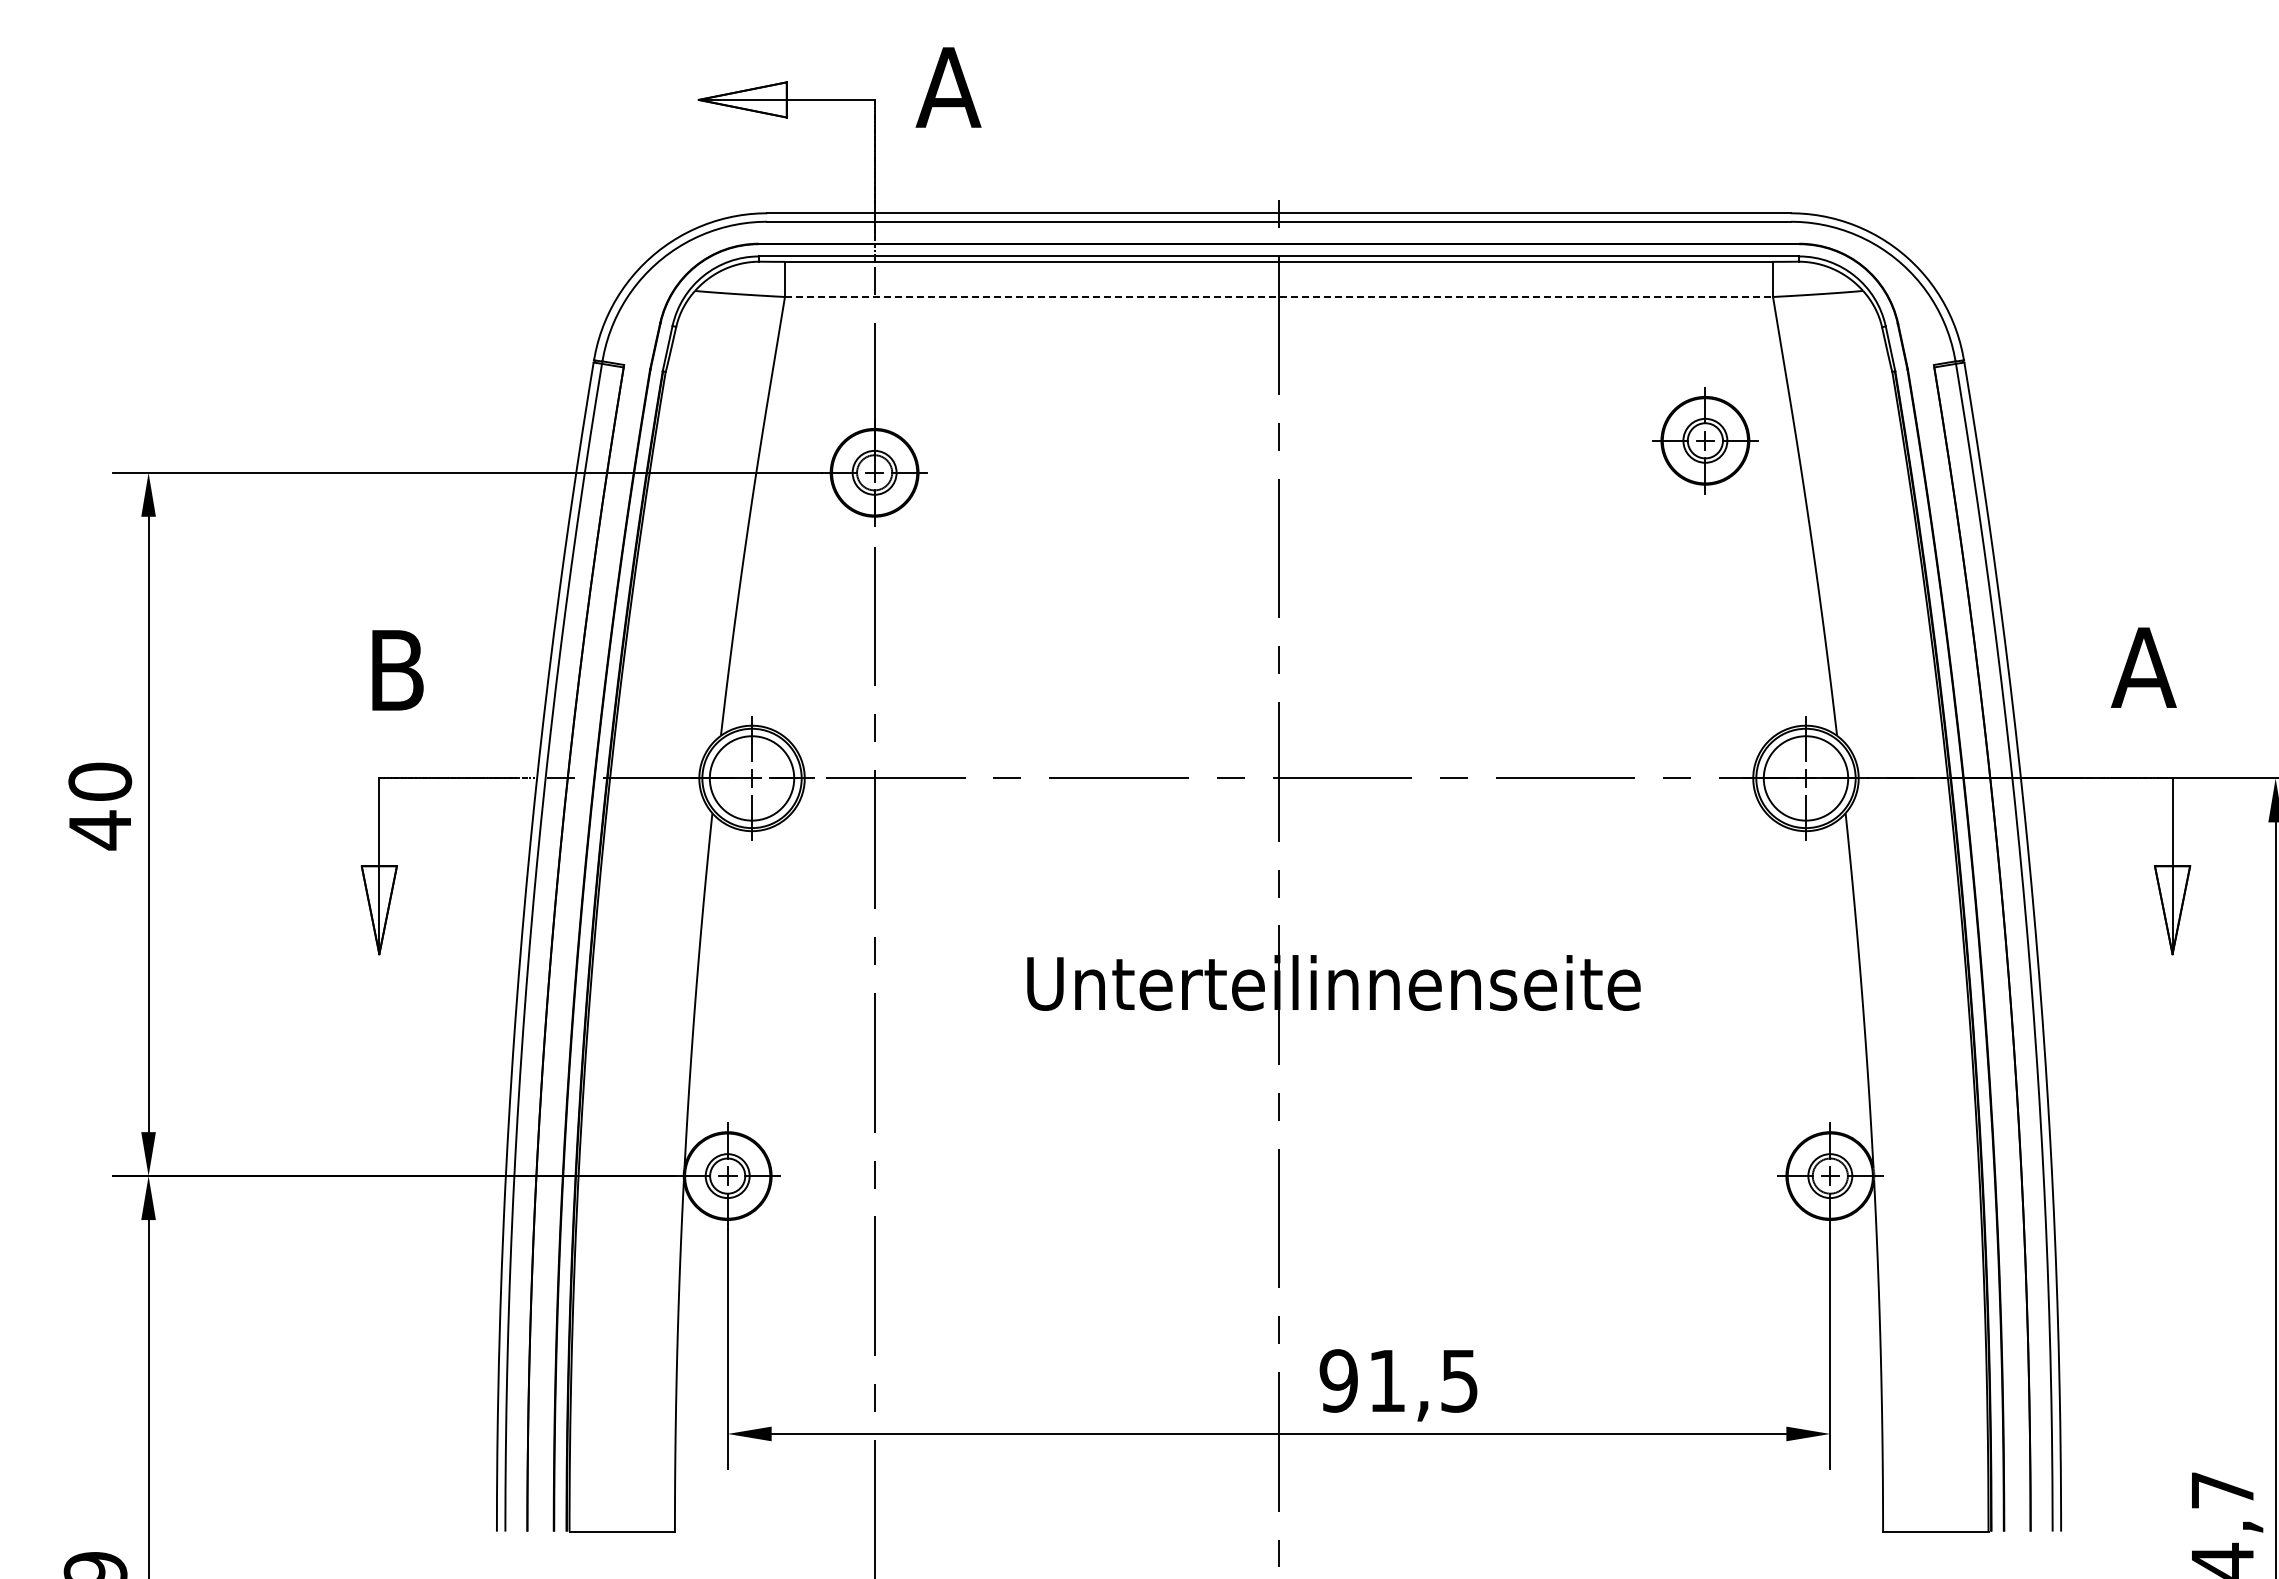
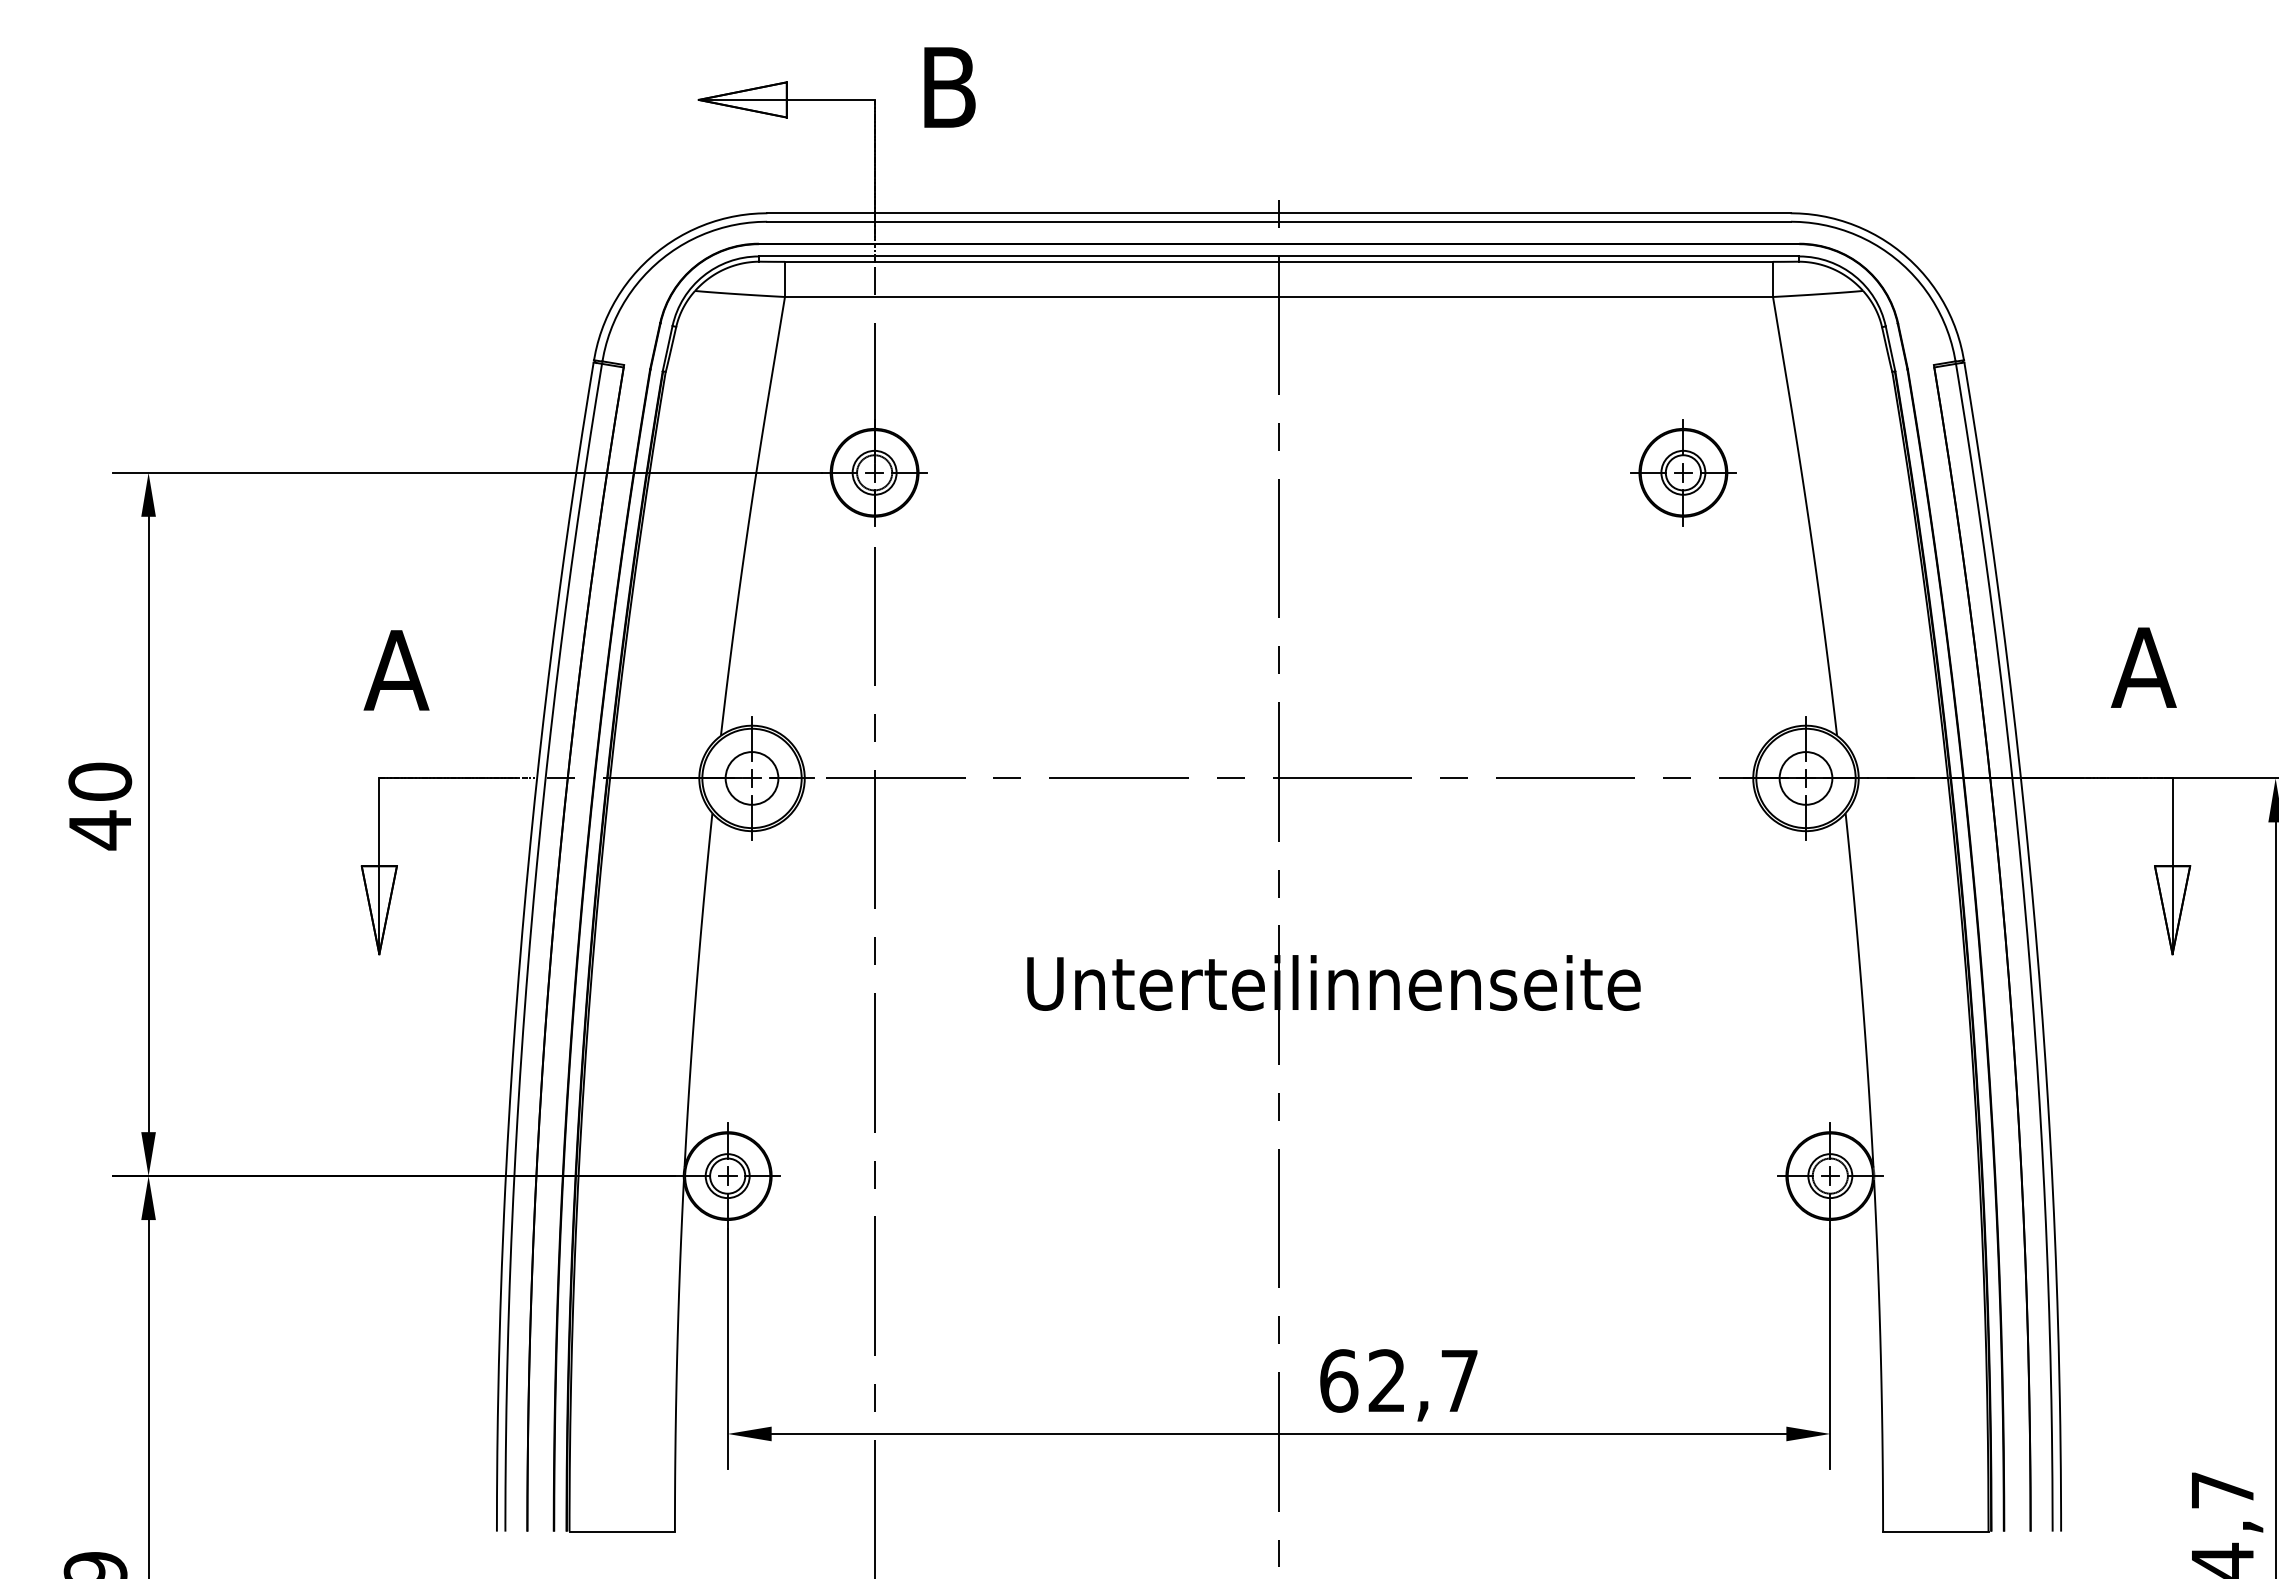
text at (948, 87): A -> B
line at (1279, 297): dashed -> solid
part at (1705, 440) position: (1705, 440) -> (1683, 472)
text at (396, 670): B -> A
circle at (751, 778) diameter: 84 px -> 53 px
circle at (1805, 778) diameter: 84 px -> 53 px
text at (1398, 1380): 91,5 -> 62,7
